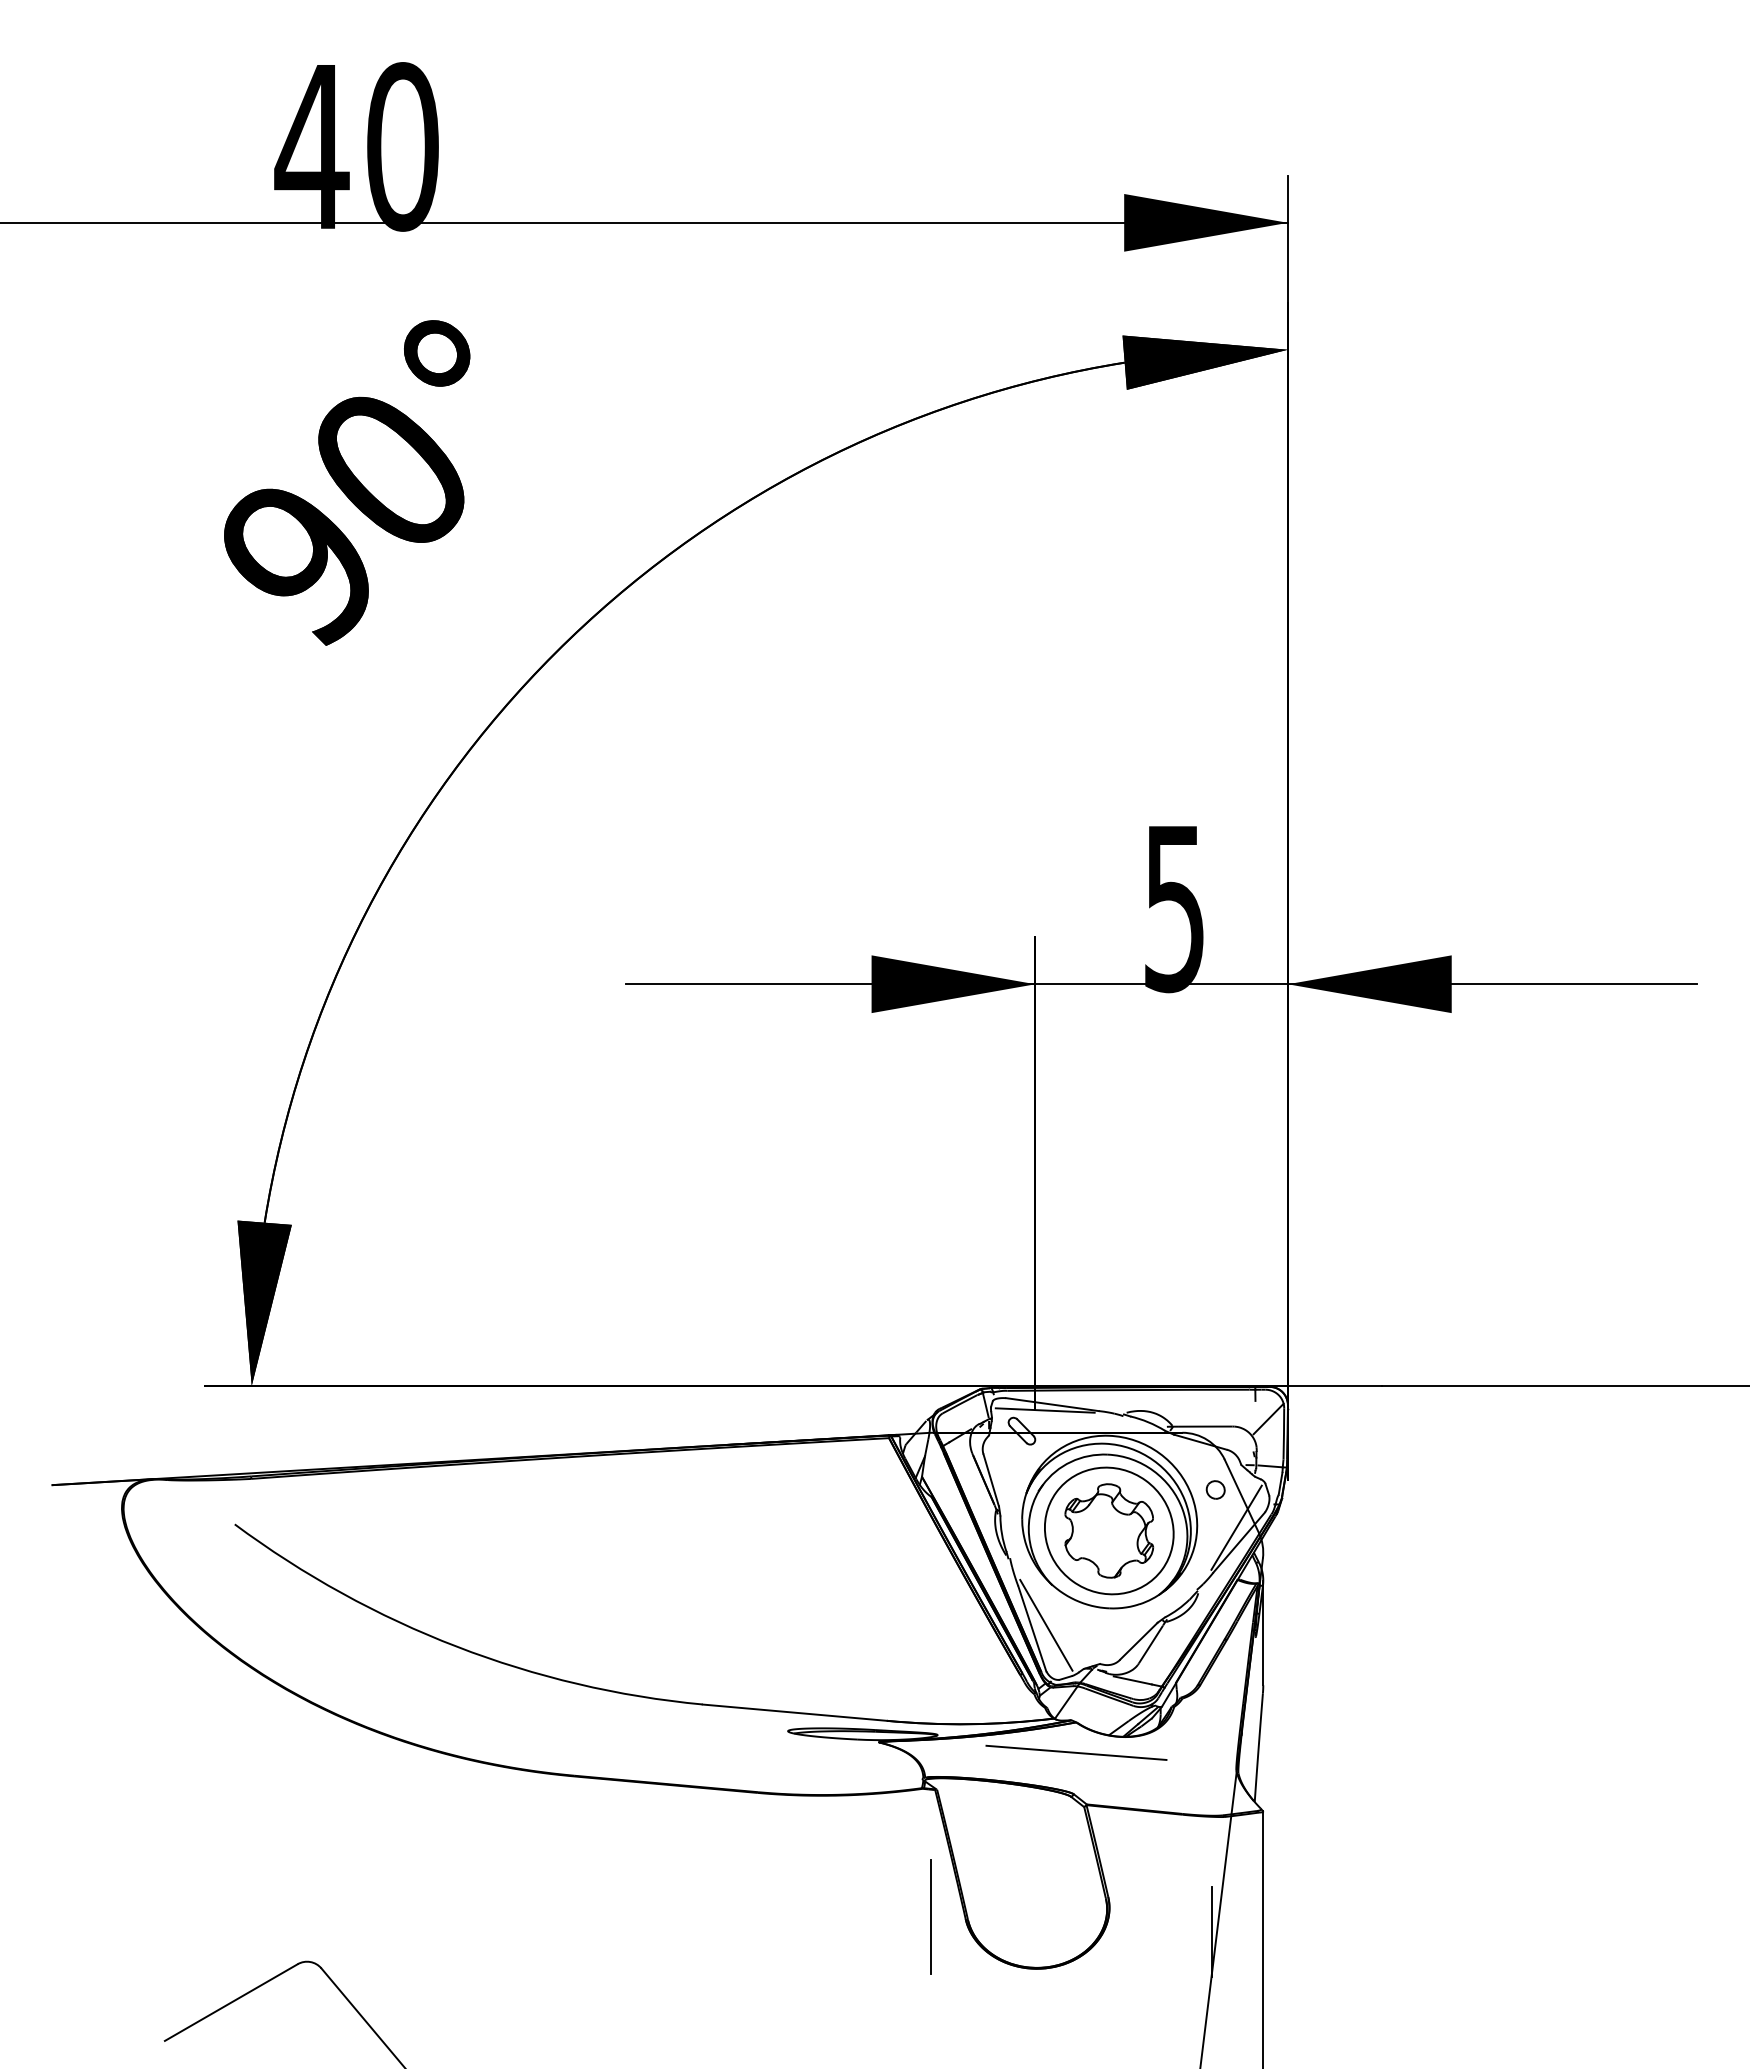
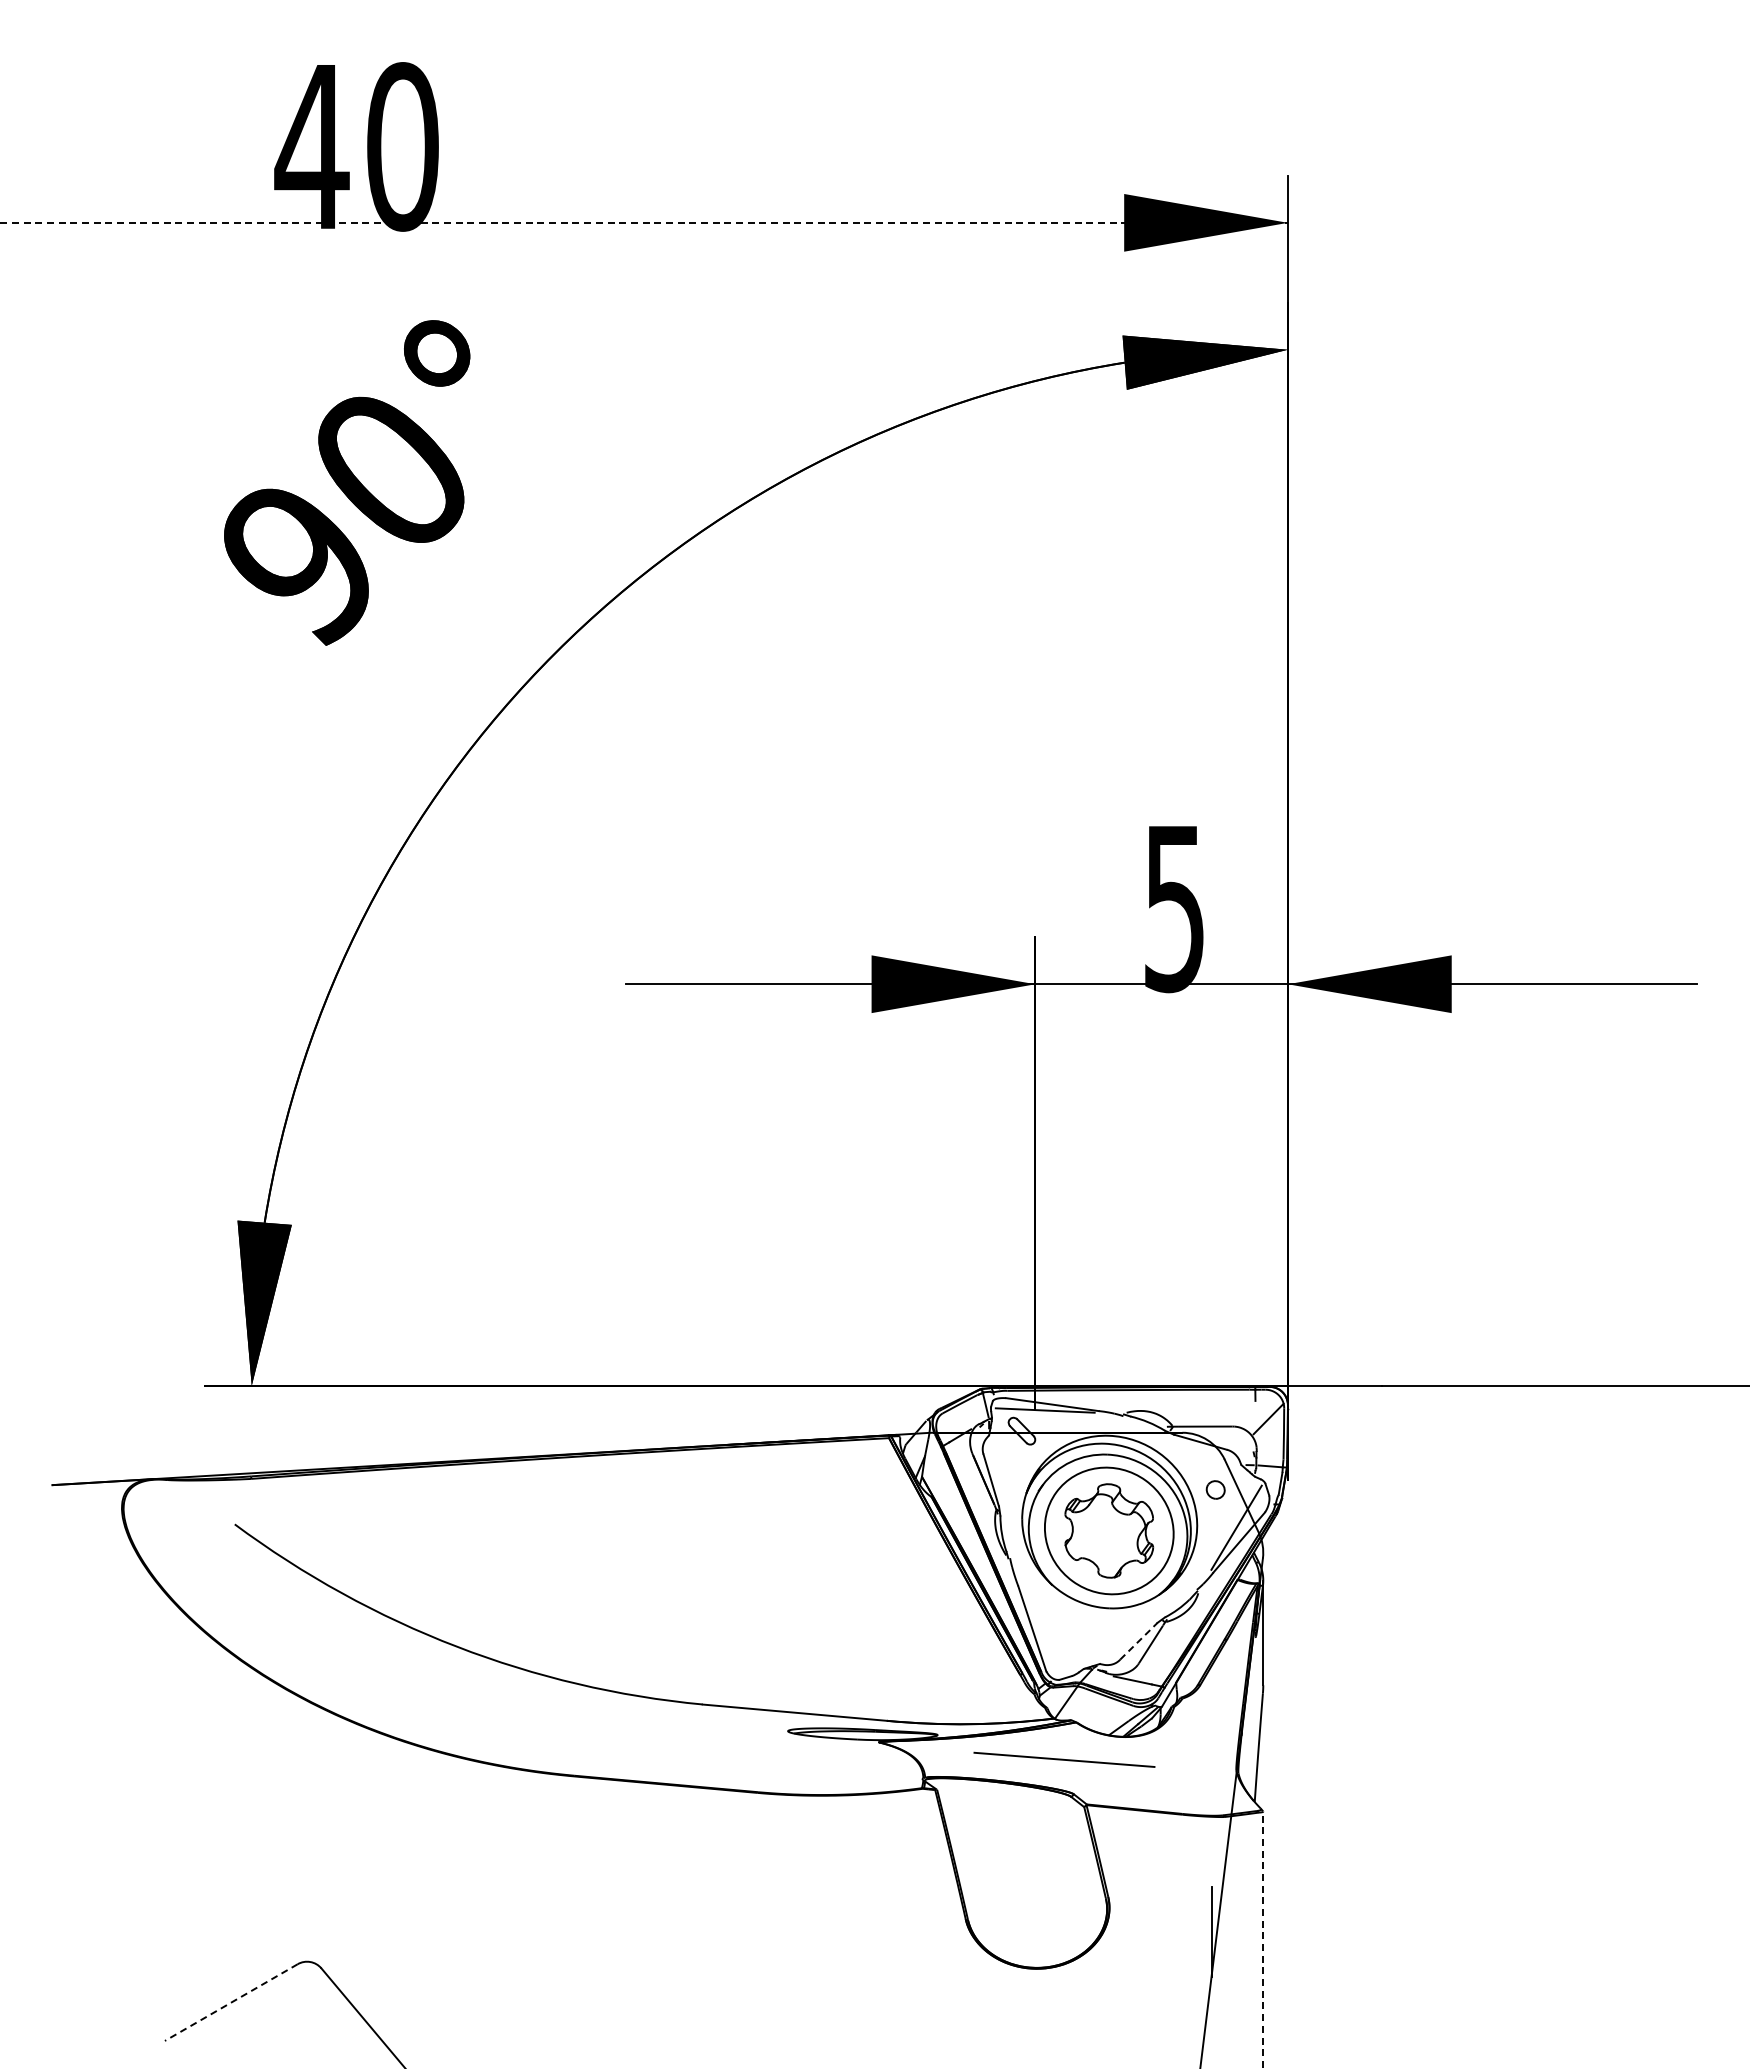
line at (644, 222): solid -> dashed
line at (1046, 1624): present -> none
line at (1139, 1640): solid -> dashed
line at (1076, 1752) position: (1076, 1752) -> (1064, 1759)
line at (931, 1916): present -> none
line at (1263, 1939): solid -> dashed
line at (231, 2002): solid -> dashed
